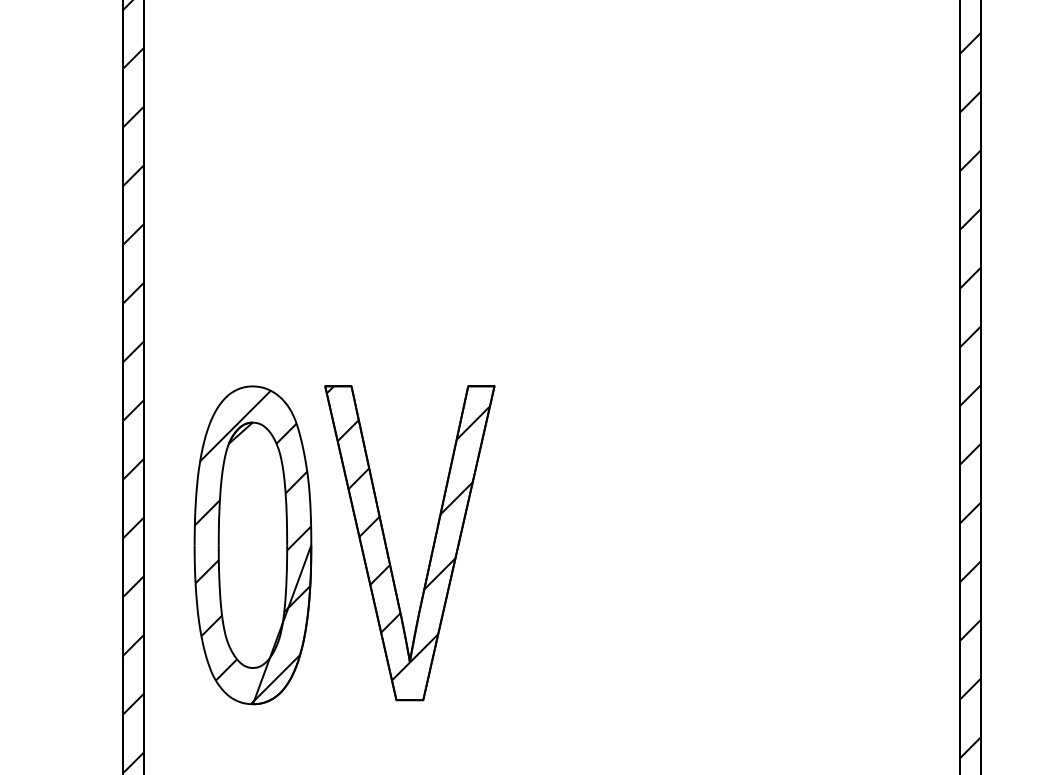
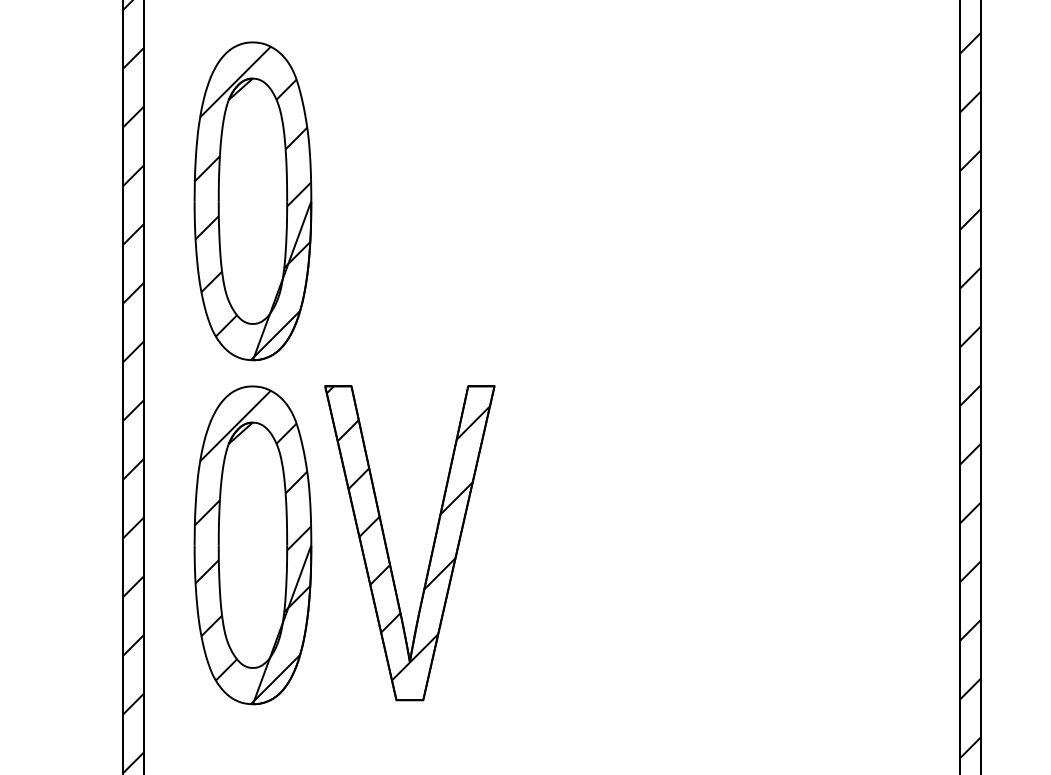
part at (252, 201): none -> present
